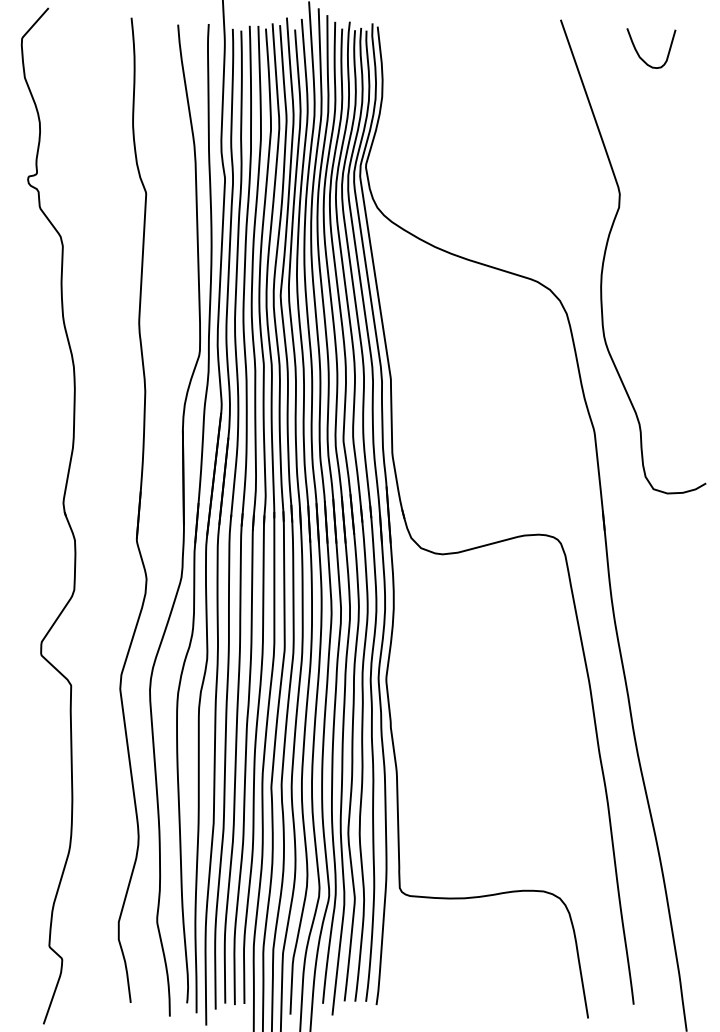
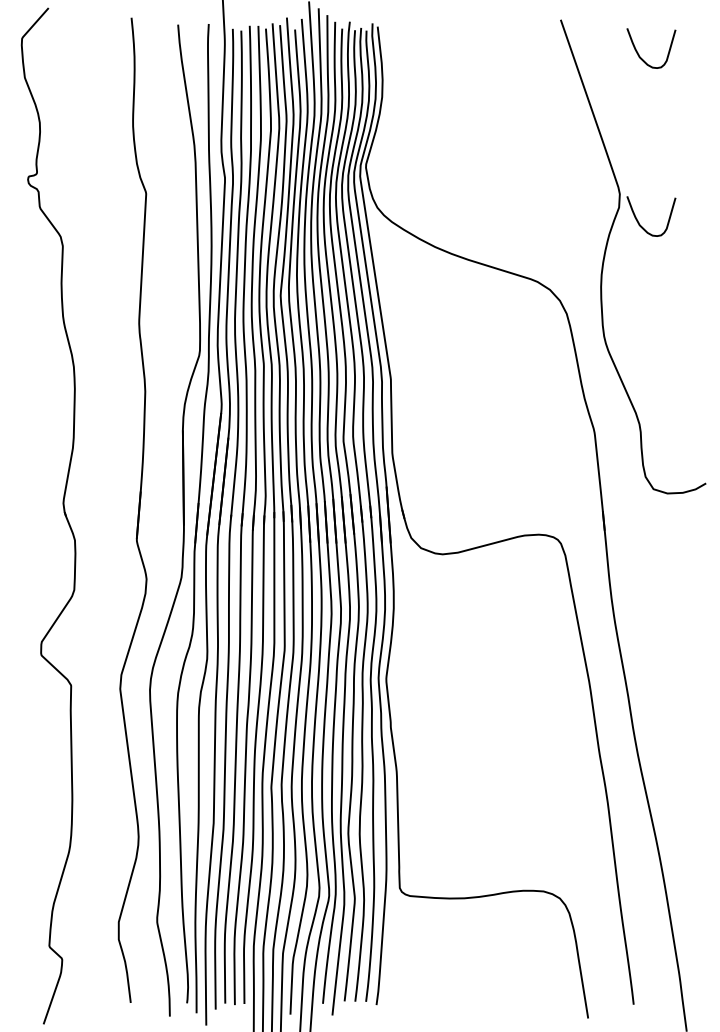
curve at (639, 222): none -> present
